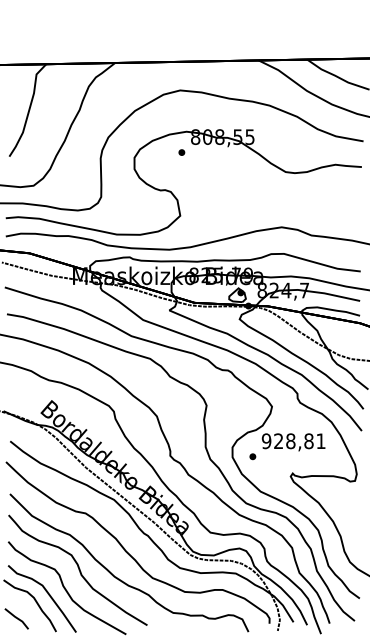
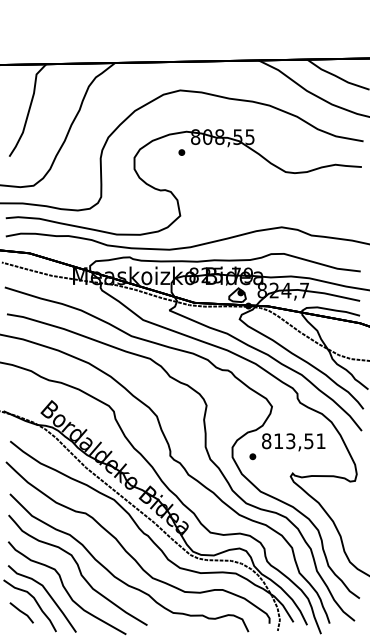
text at (287, 441): 928,81 -> 813,51
line at (16, 618) position: (16, 618) -> (21, 612)
